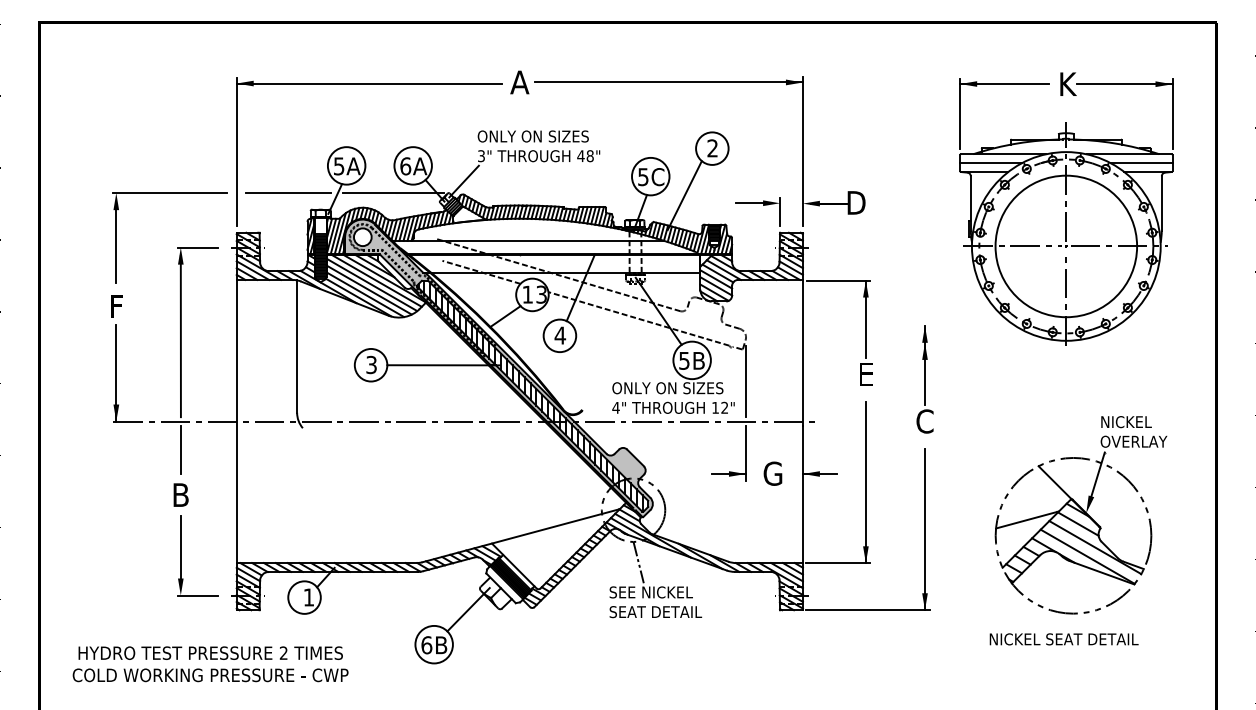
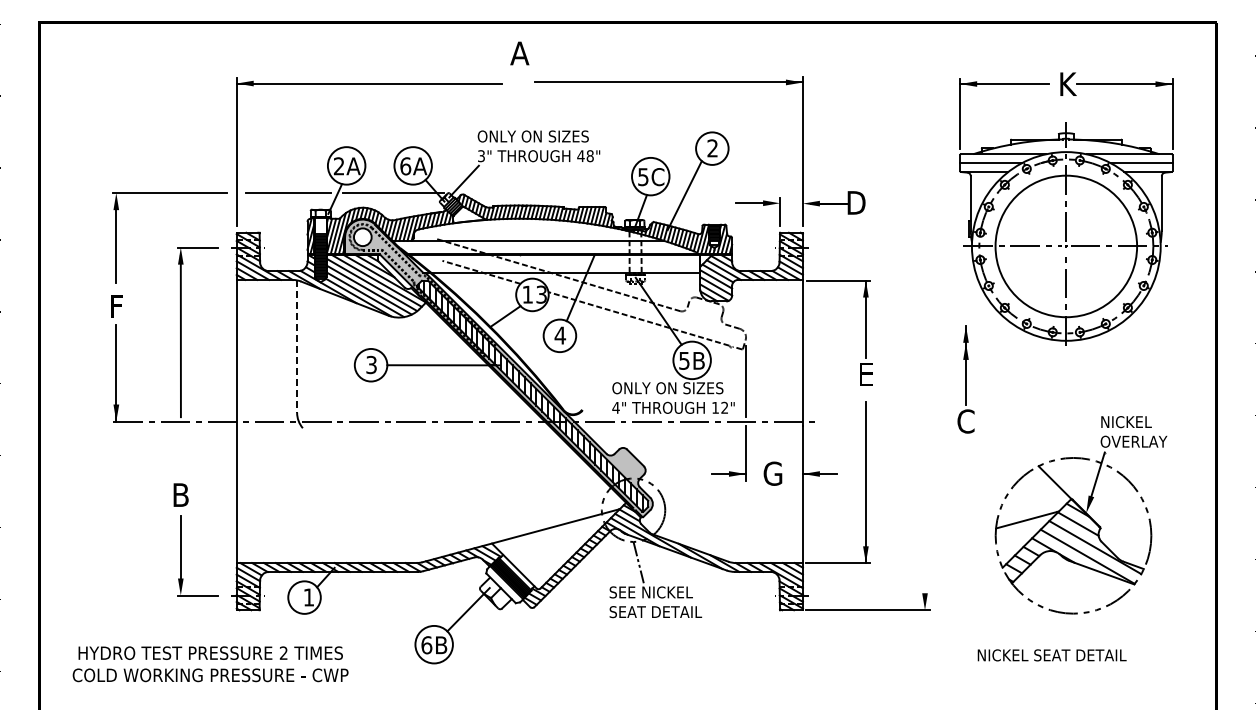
text at (519, 82) position: (519, 82) -> (519, 53)
text at (339, 166): 5A -> 2A
line at (297, 347): solid -> dashed
part at (924, 379) position: (924, 379) -> (965, 379)
line at (180, 449): present -> none
line at (925, 529): present -> none
text at (1063, 639) position: (1063, 639) -> (1051, 655)
